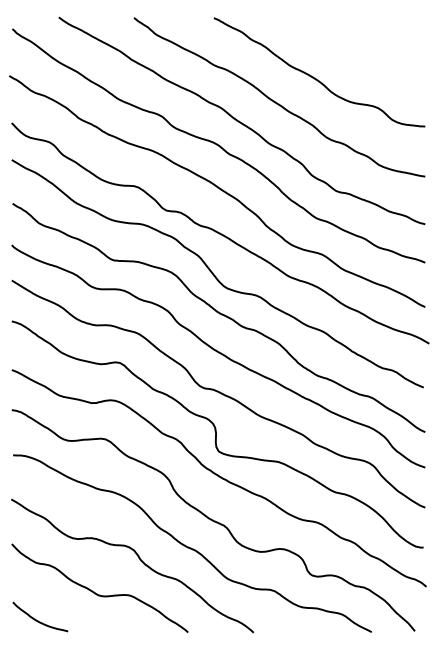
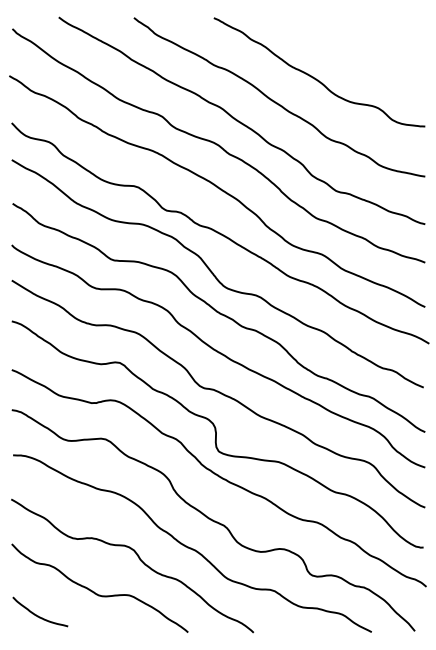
curve at (38, 620) position: (38, 620) -> (38, 615)
